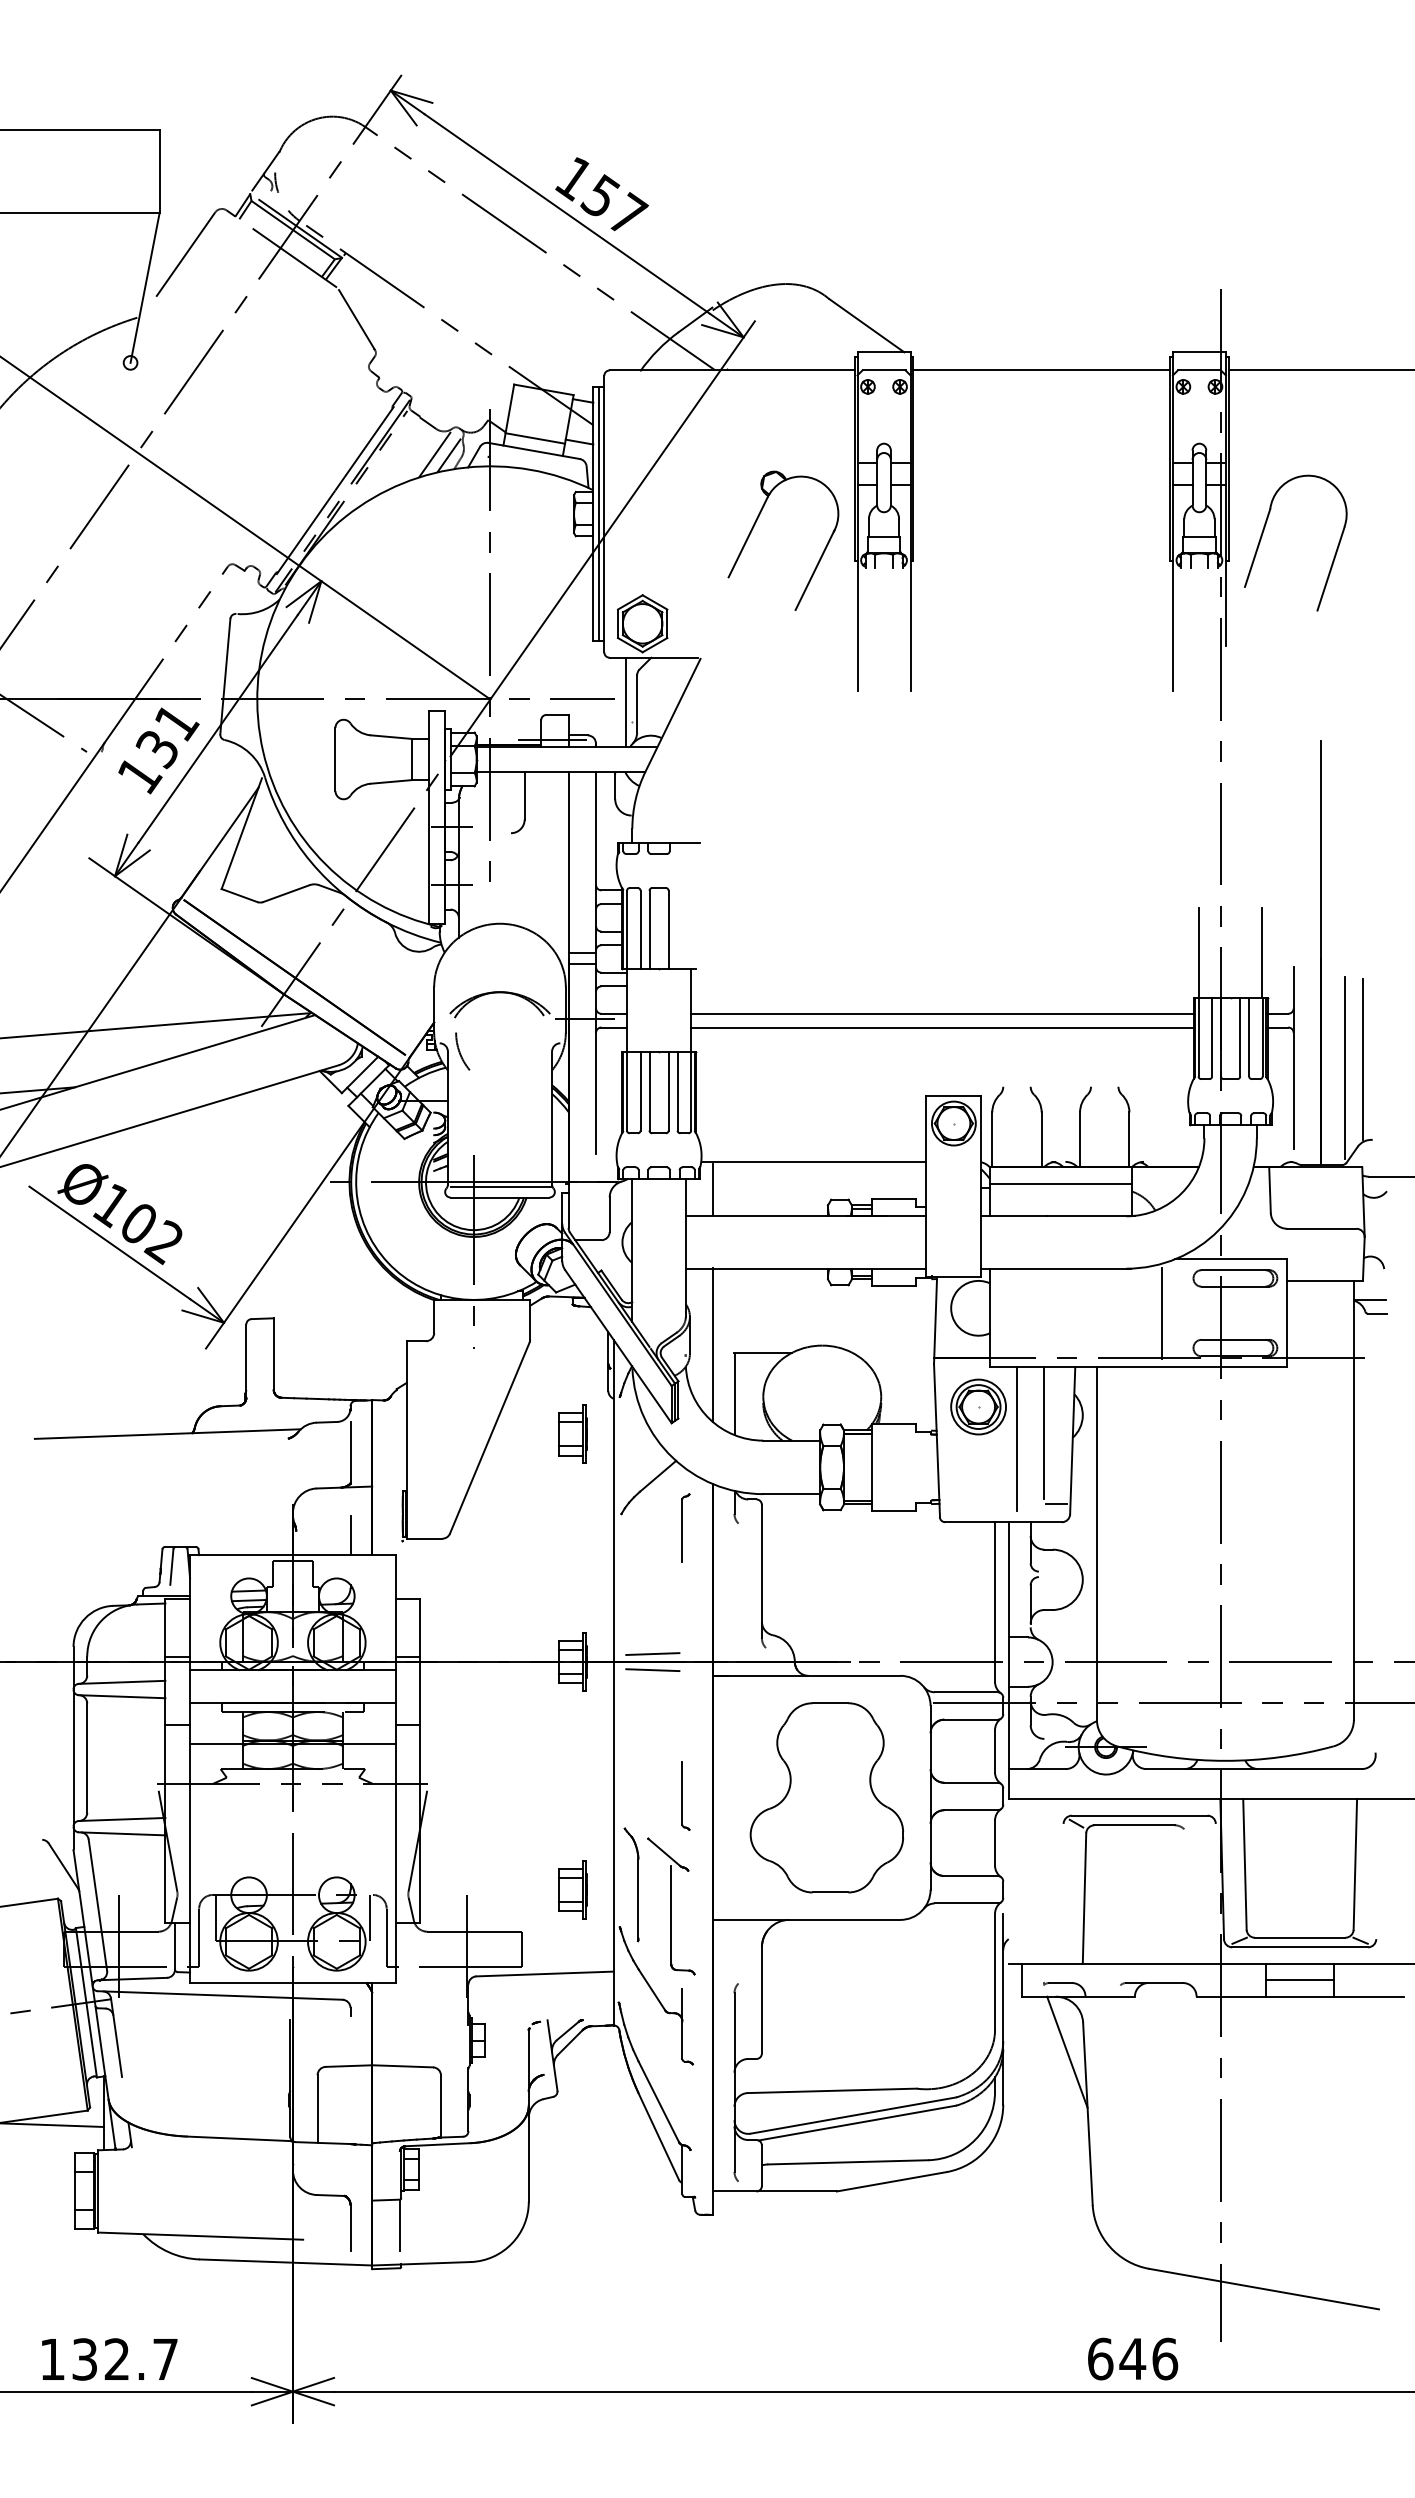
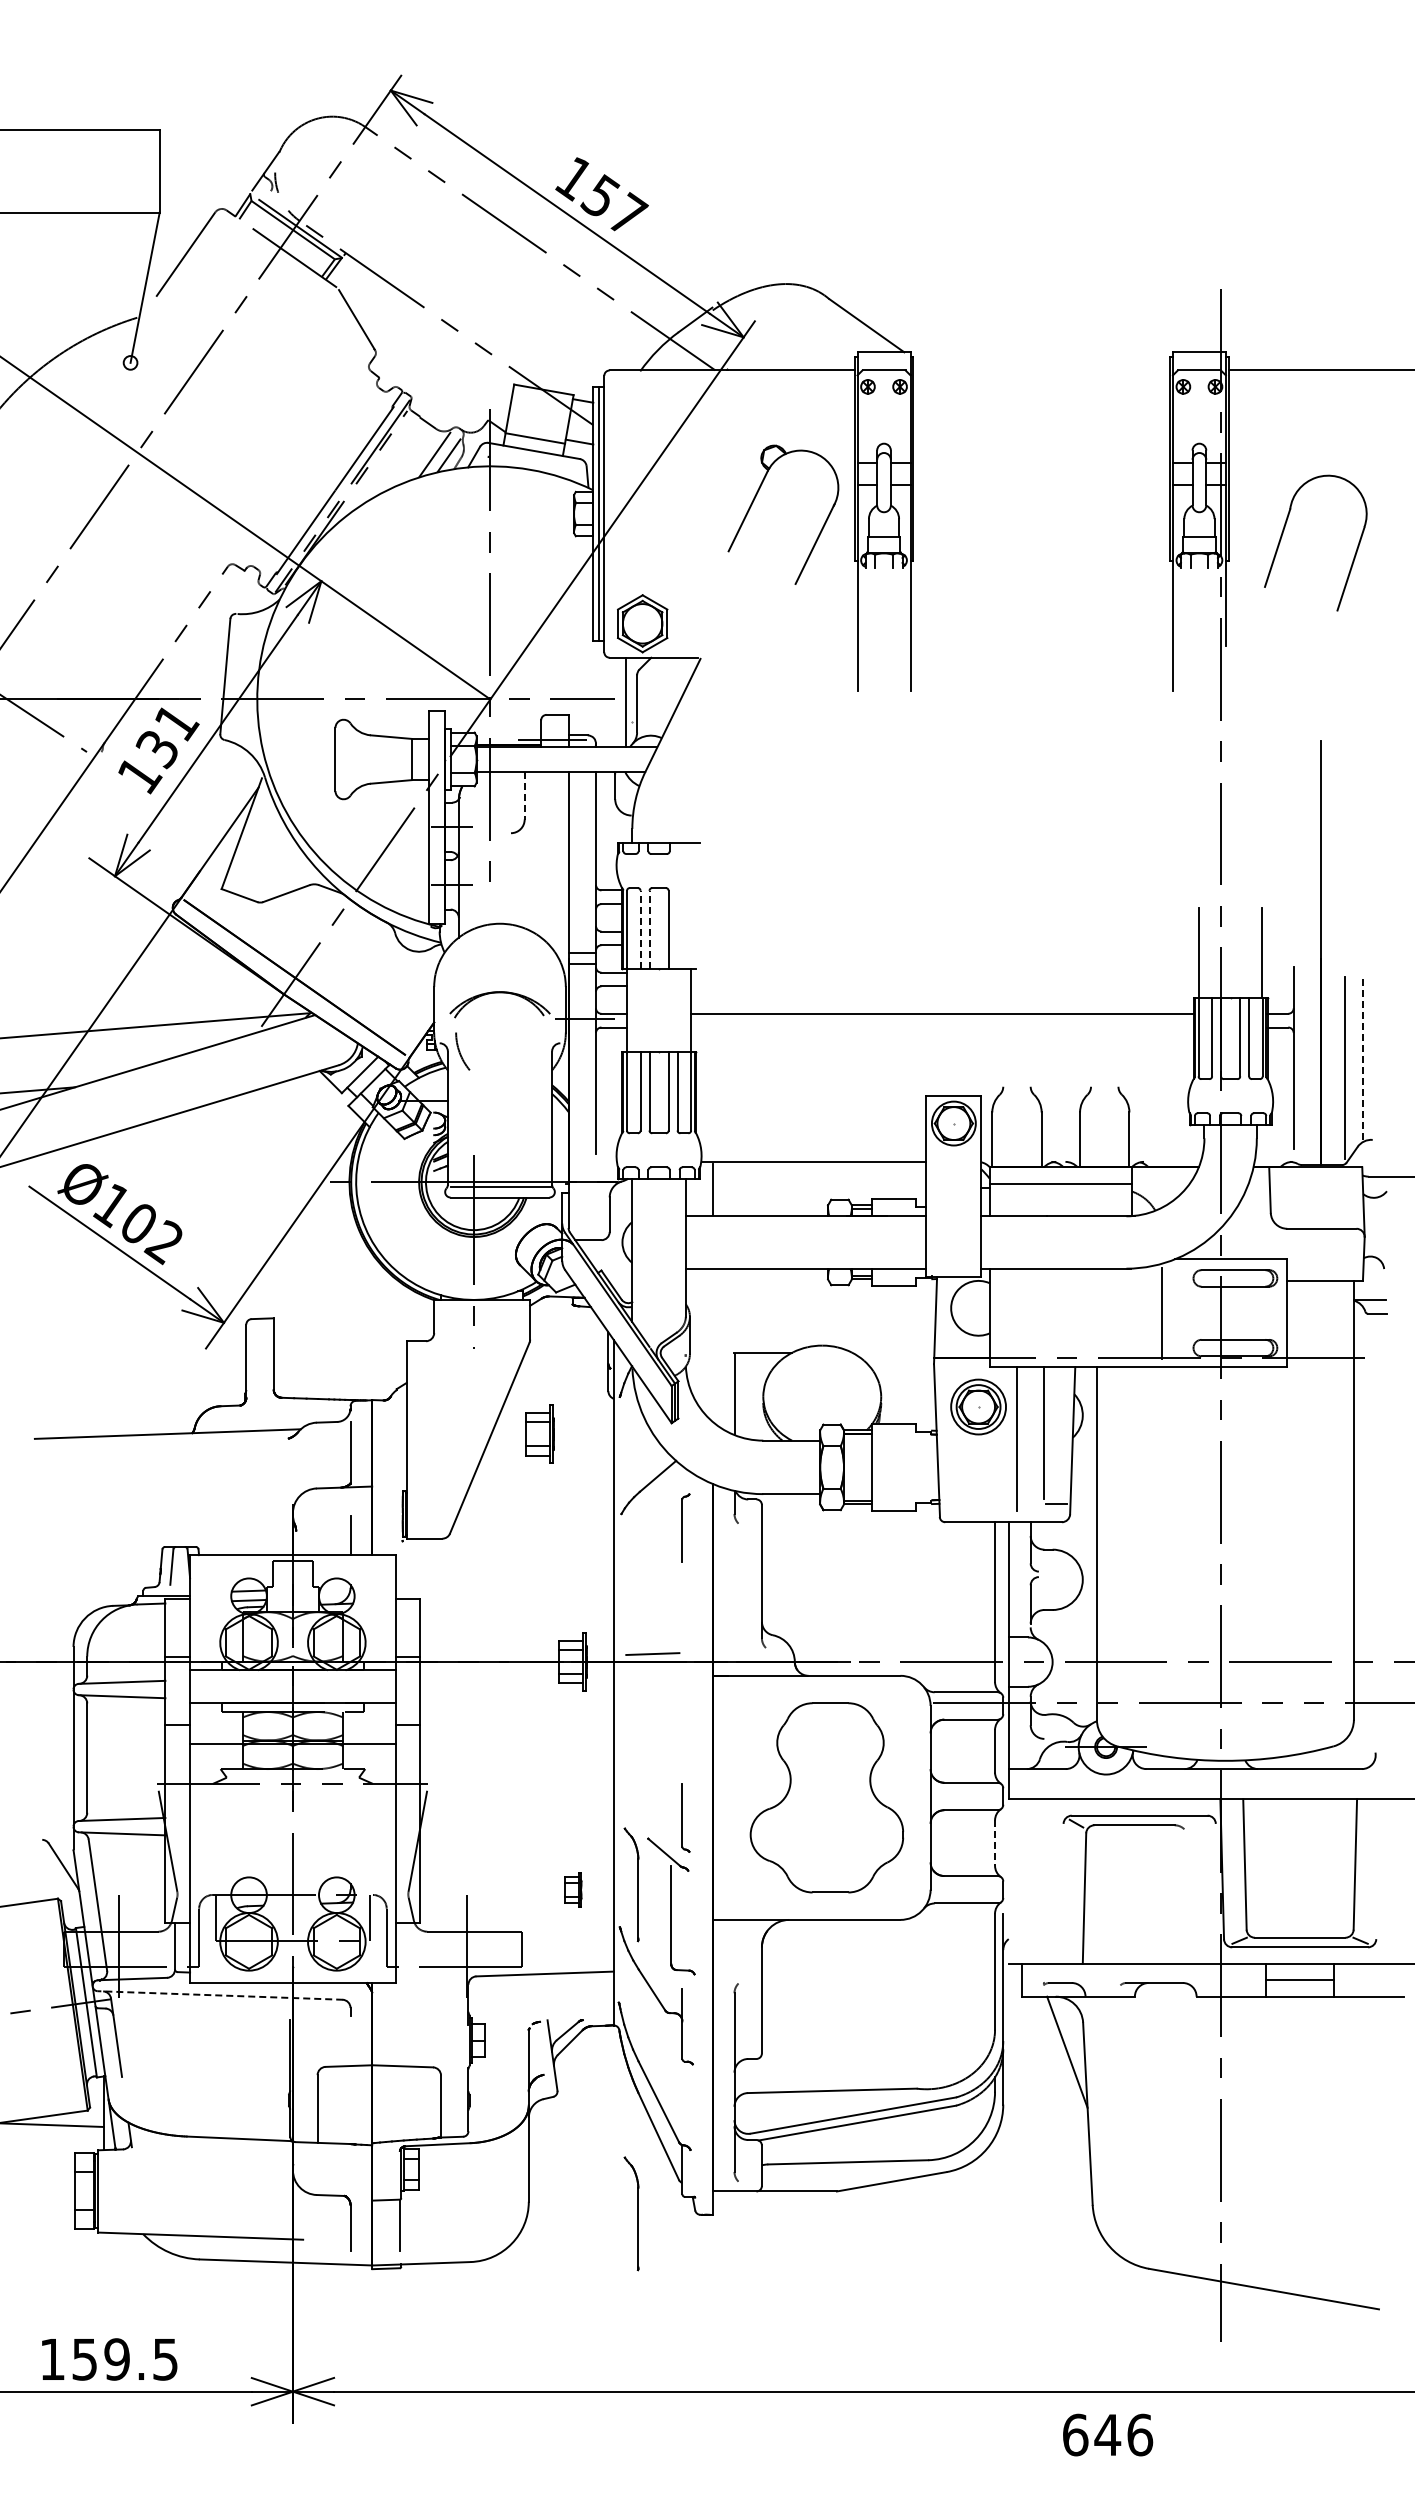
line at (1041, 370): present -> none
part at (754, 526) position: (754, 526) -> (754, 500)
part at (1264, 530) position: (1264, 530) -> (1284, 530)
line at (524, 795): solid -> dashed
line at (640, 929): solid -> dashed
line at (649, 929): solid -> dashed
line at (941, 1027): present -> none
line at (1362, 1059): solid -> dashed
line at (712, 1344): present -> none
part at (572, 1433) position: (572, 1433) -> (539, 1433)
line at (652, 1670): present -> none
part at (685, 1795) position: (685, 1795) -> (685, 1817)
line at (995, 1843): solid -> dashed
part at (572, 1889) size: 30x60 px -> 19x36 px
line at (220, 1995): solid -> dashed
part at (631, 2213): none -> present
text at (1133, 2358) position: (1133, 2358) -> (1108, 2434)
text at (125, 2359): 132.7 -> 159.5
